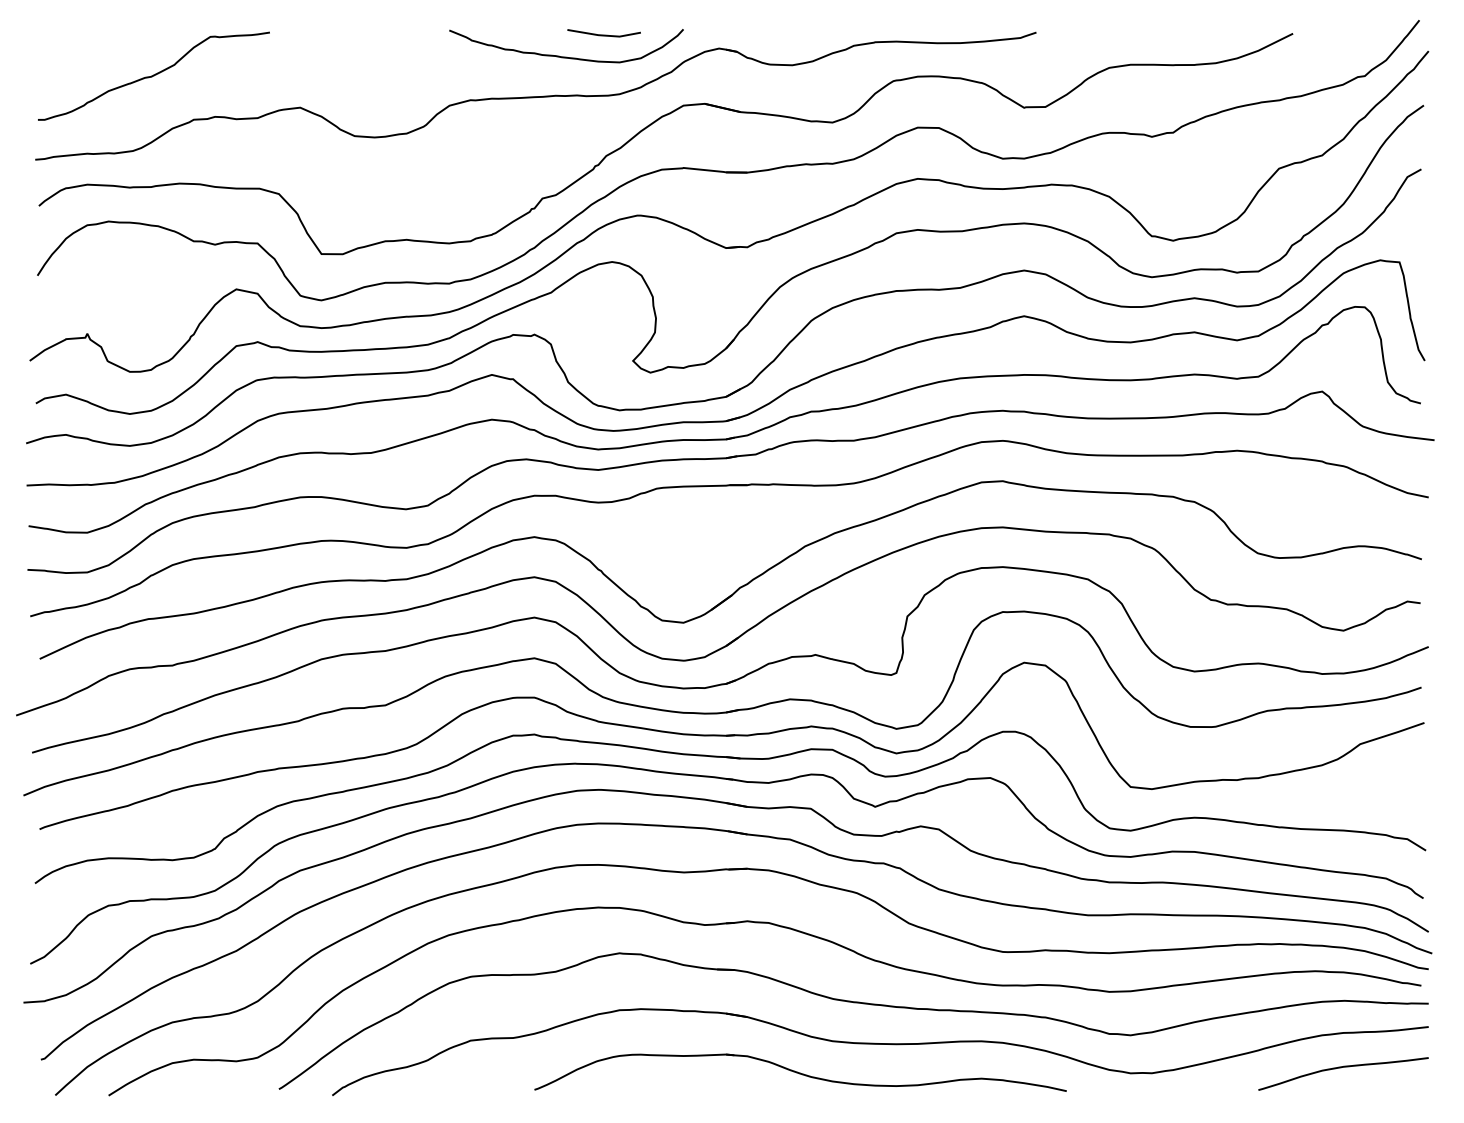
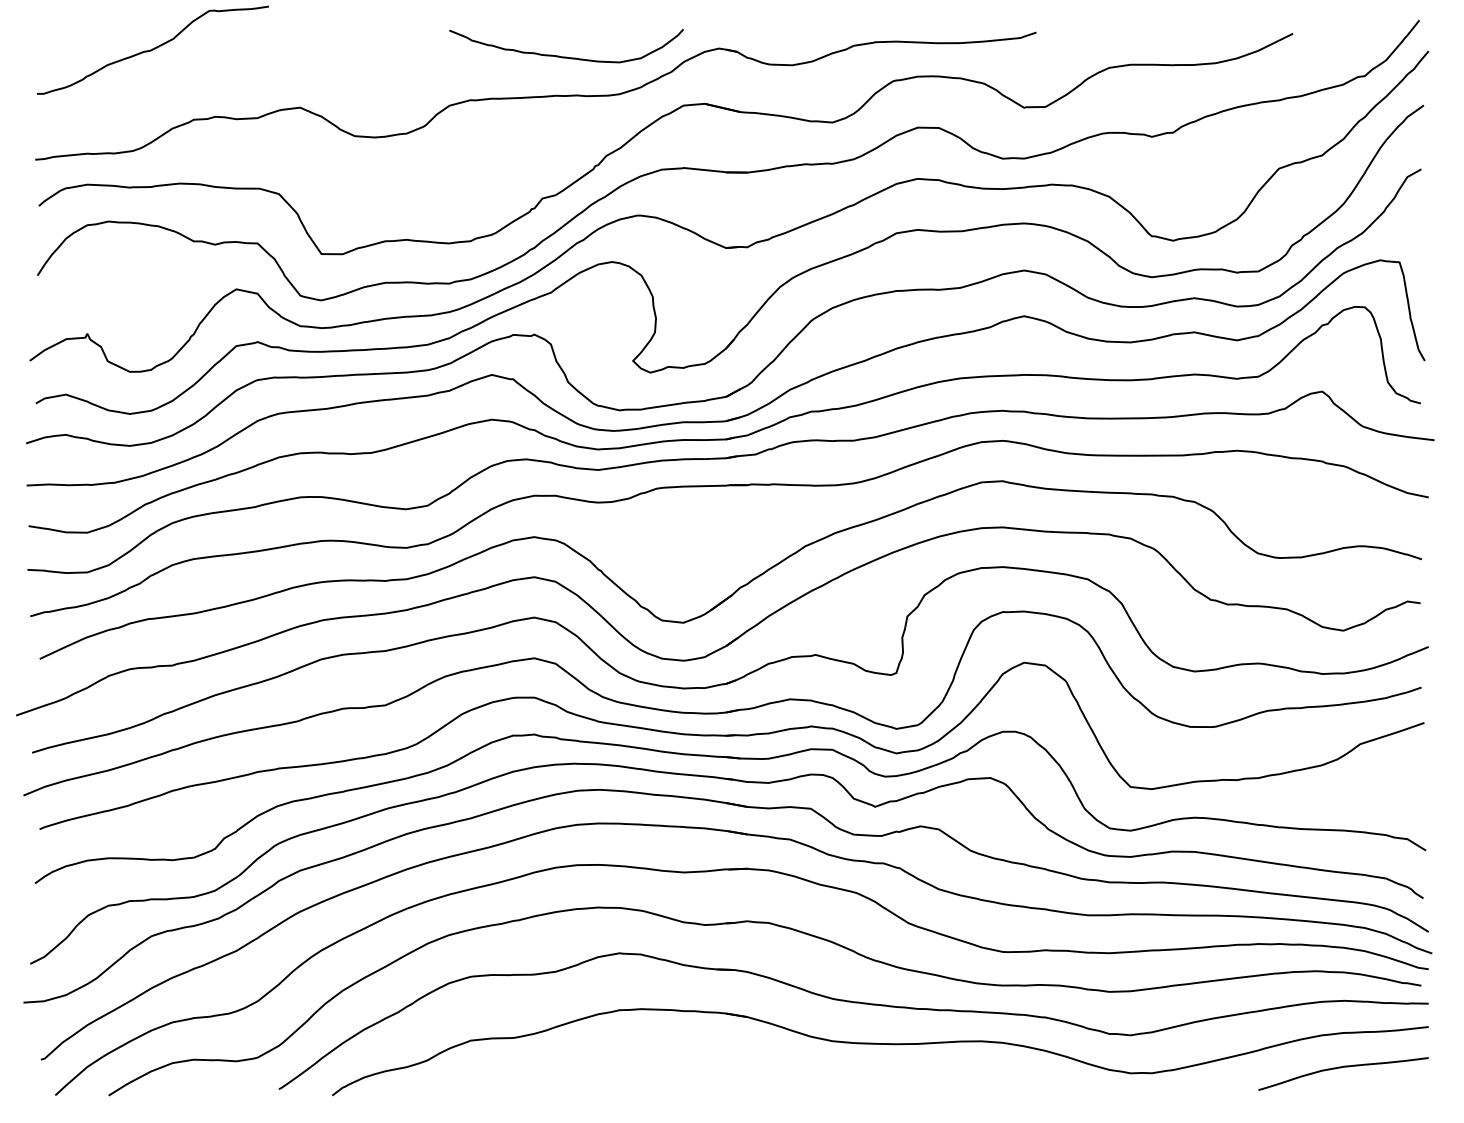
line at (603, 34): present -> none
curve at (153, 75) position: (153, 75) -> (152, 49)
part at (800, 1072): present -> none
